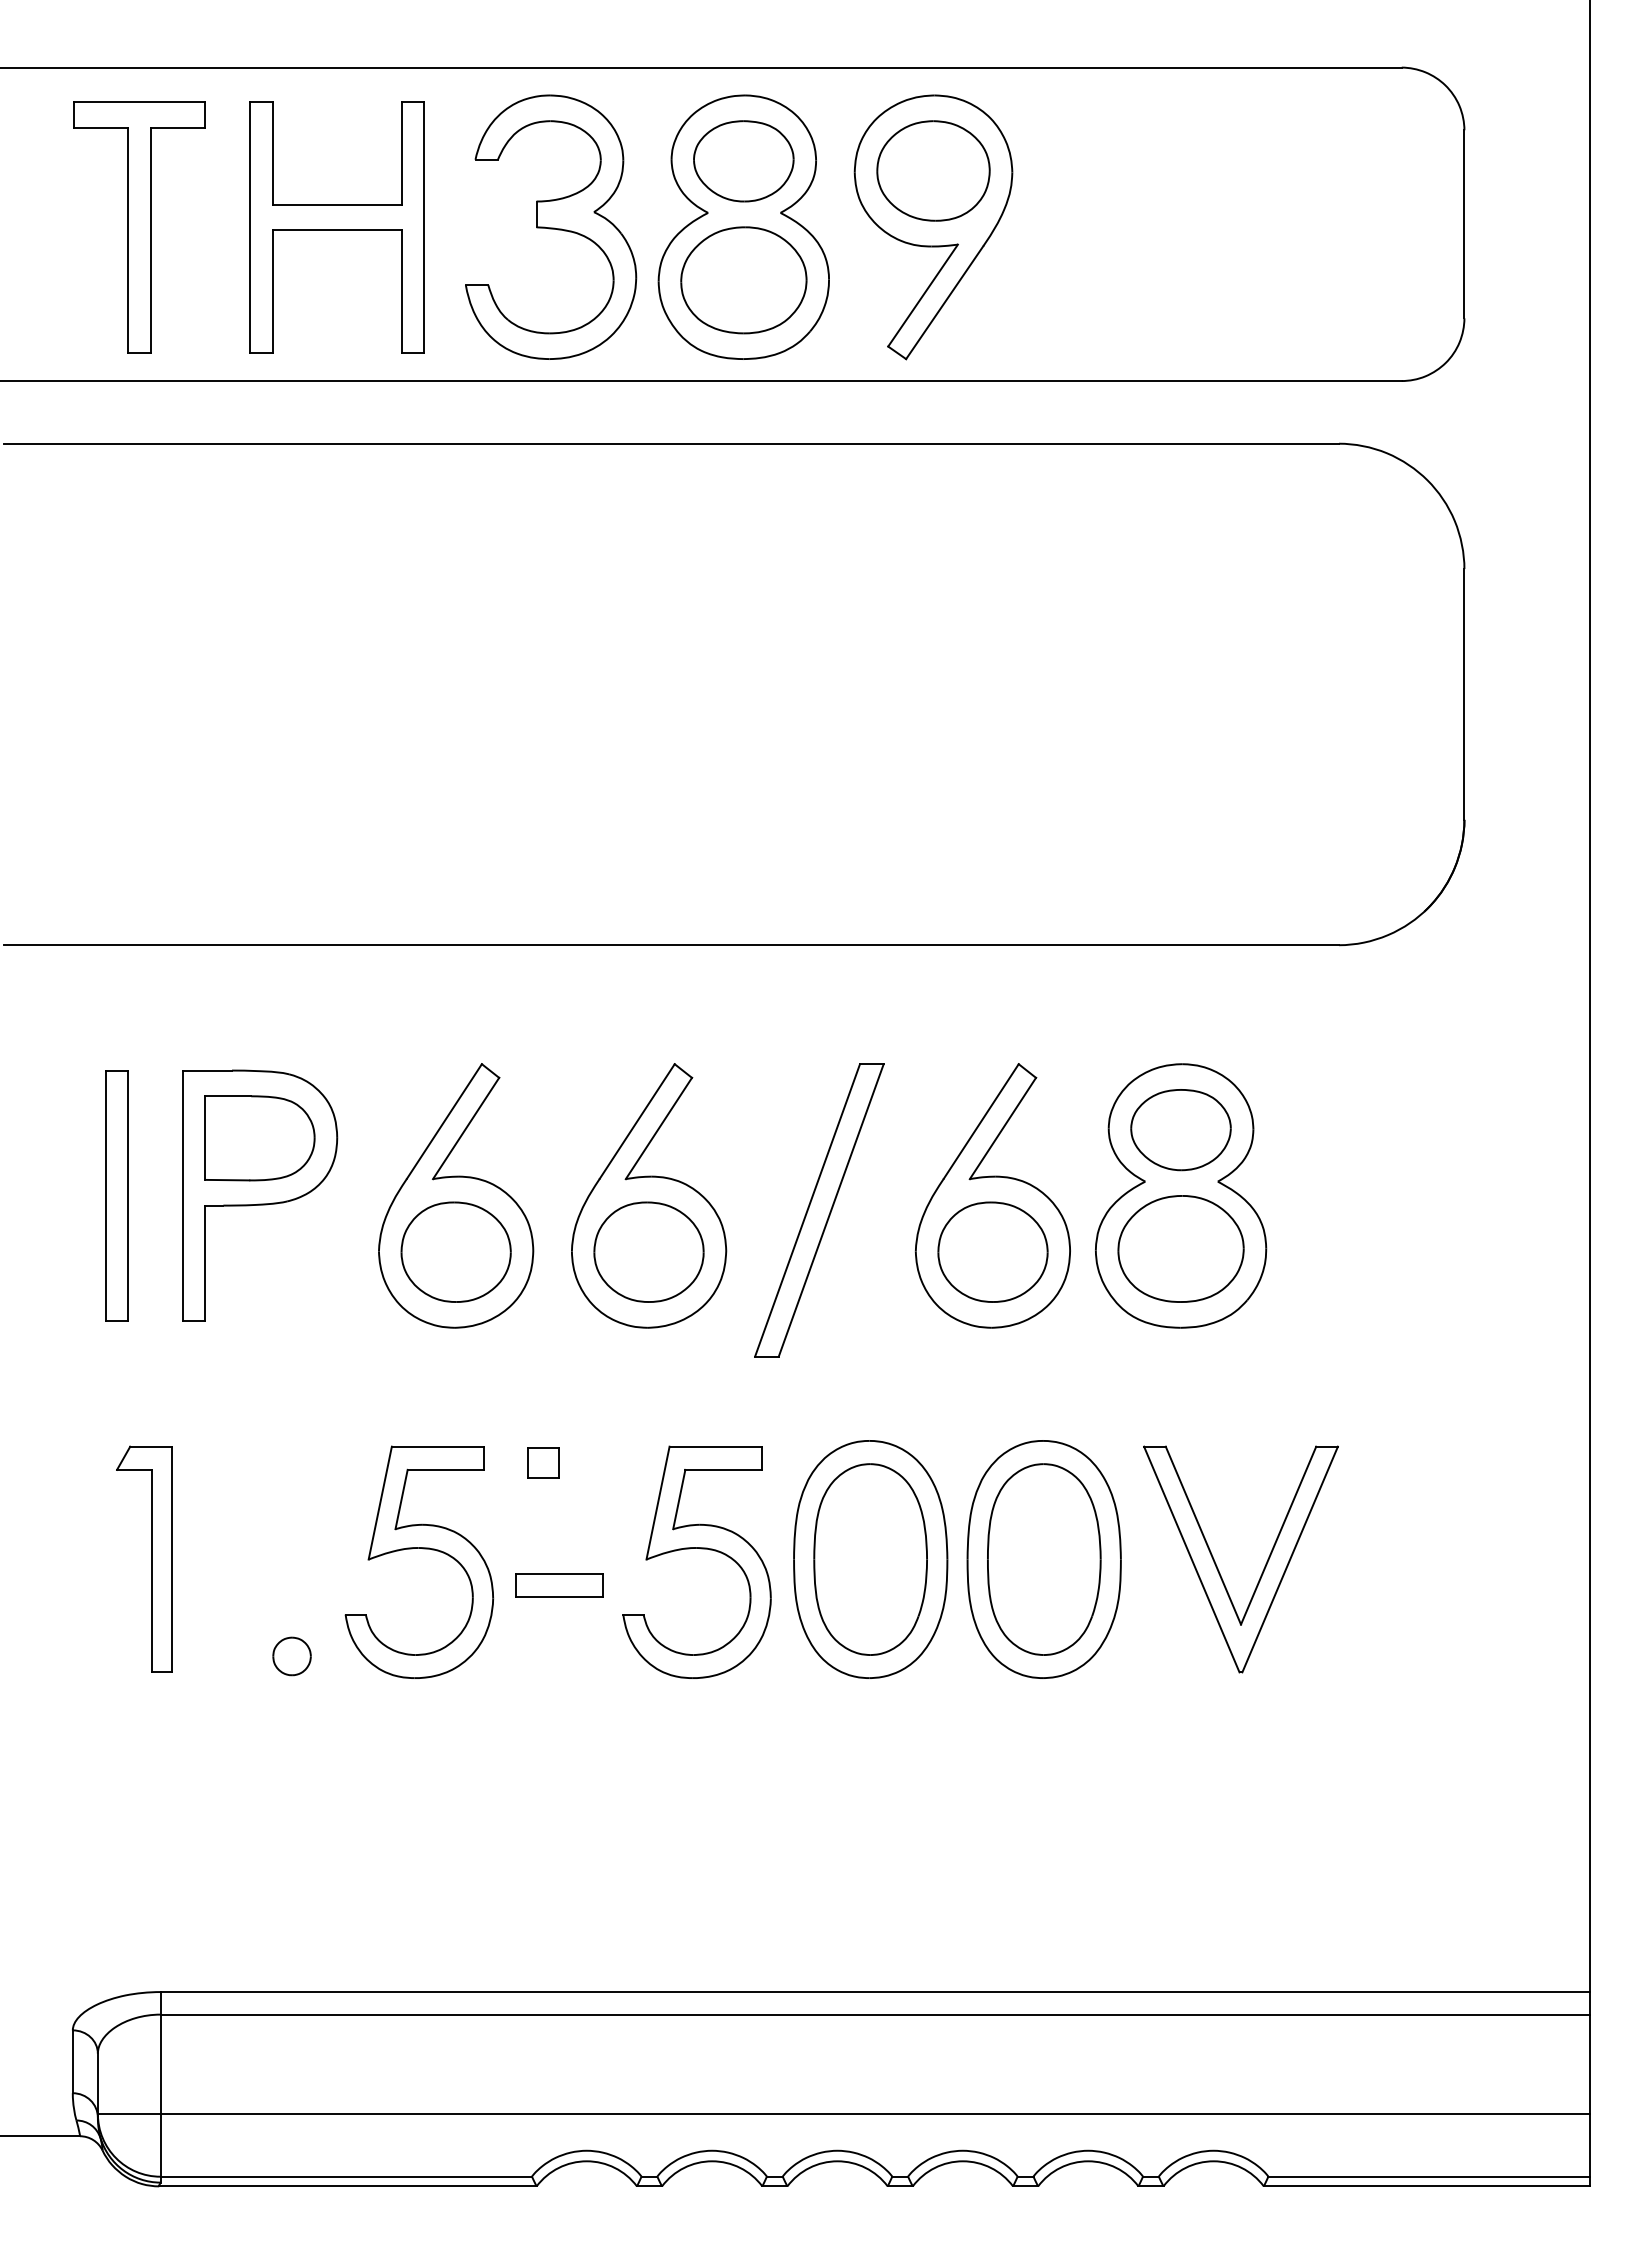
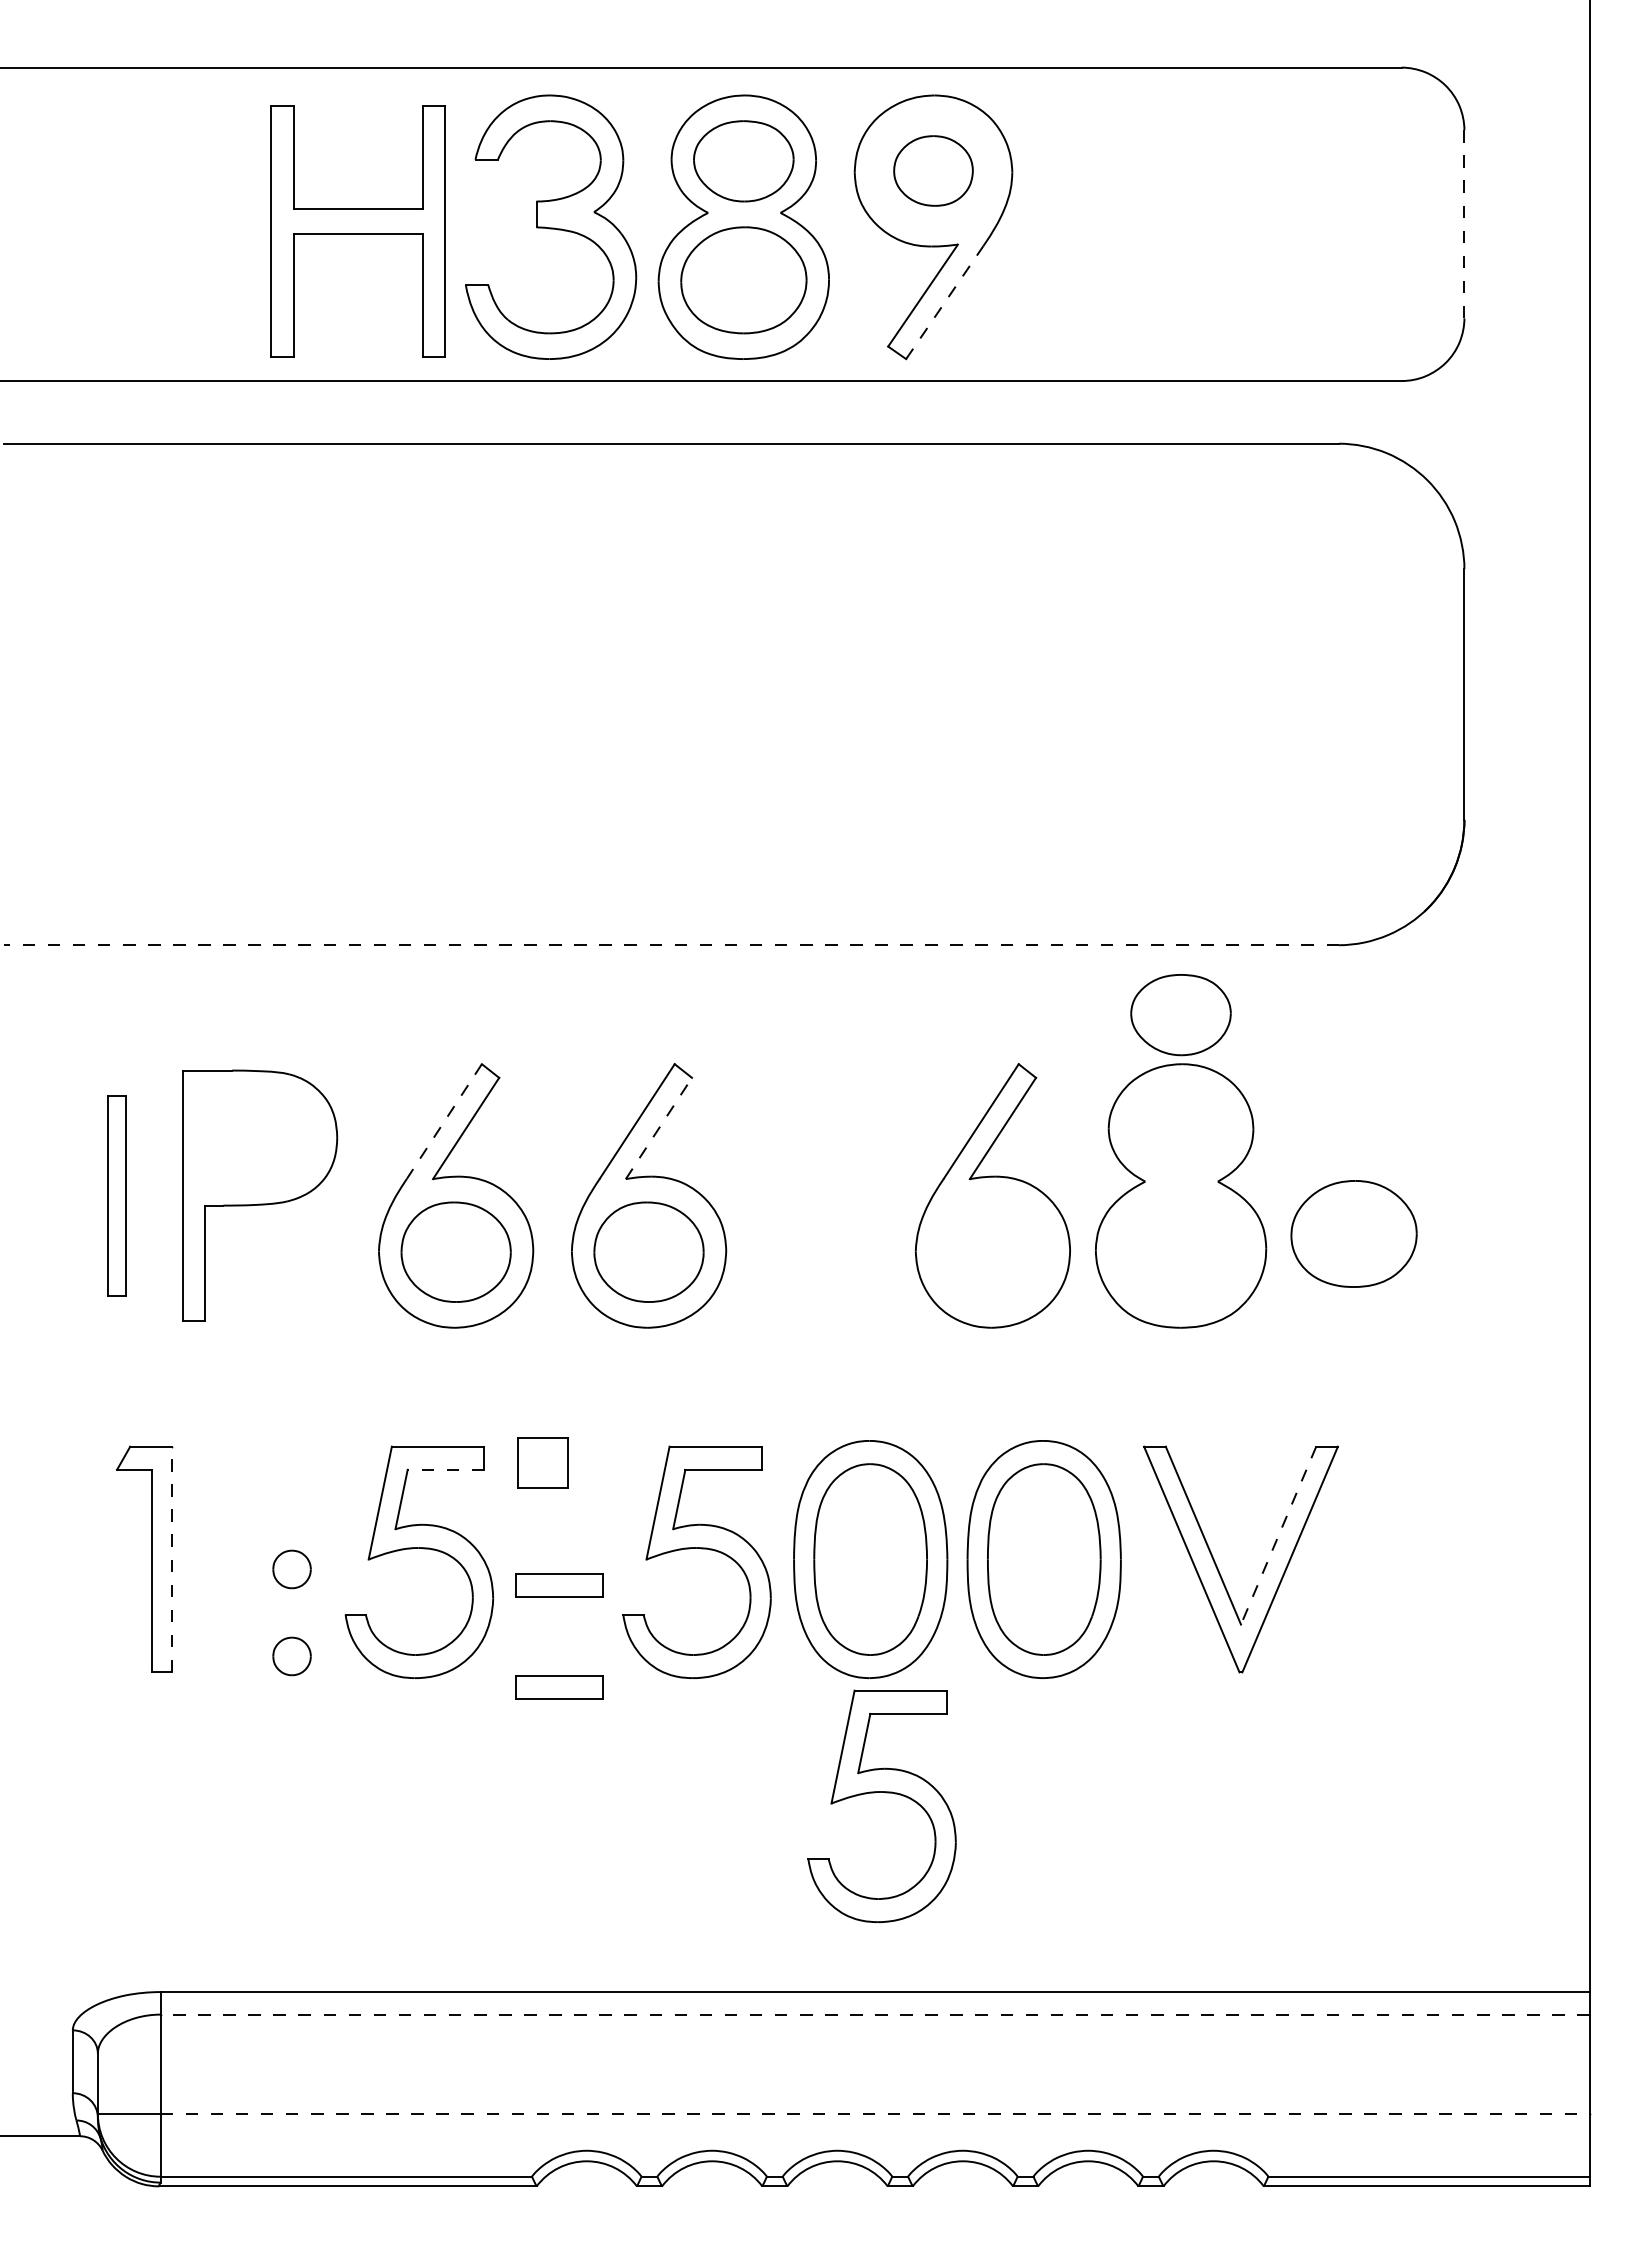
part at (933, 170) size: 115x102 px -> 81x72 px
line at (1464, 223): solid -> dashed
part at (139, 227): present -> none
part at (336, 227) position: (336, 227) -> (357, 231)
line at (945, 302): solid -> dashed
line at (671, 945): solid -> dashed
line at (444, 1121): solid -> dashed
line at (658, 1128): solid -> dashed
part at (1180, 1130) position: (1180, 1130) -> (1180, 1015)
part at (259, 1138): present -> none
part at (116, 1195) size: 24x252 px -> 20x202 px
part at (819, 1210): present -> none
part at (1180, 1248) position: (1180, 1248) -> (1353, 1233)
part at (992, 1251): present -> none
part at (543, 1462) size: 33x32 px -> 52x52 px
line at (445, 1469): solid -> dashed
line at (1278, 1535): solid -> dashed
line at (171, 1559): solid -> dashed
part at (291, 1569): none -> present
part at (559, 1687): none -> present
part at (885, 1793): none -> present
line at (875, 2014): solid -> dashed
line at (875, 2114): solid -> dashed
